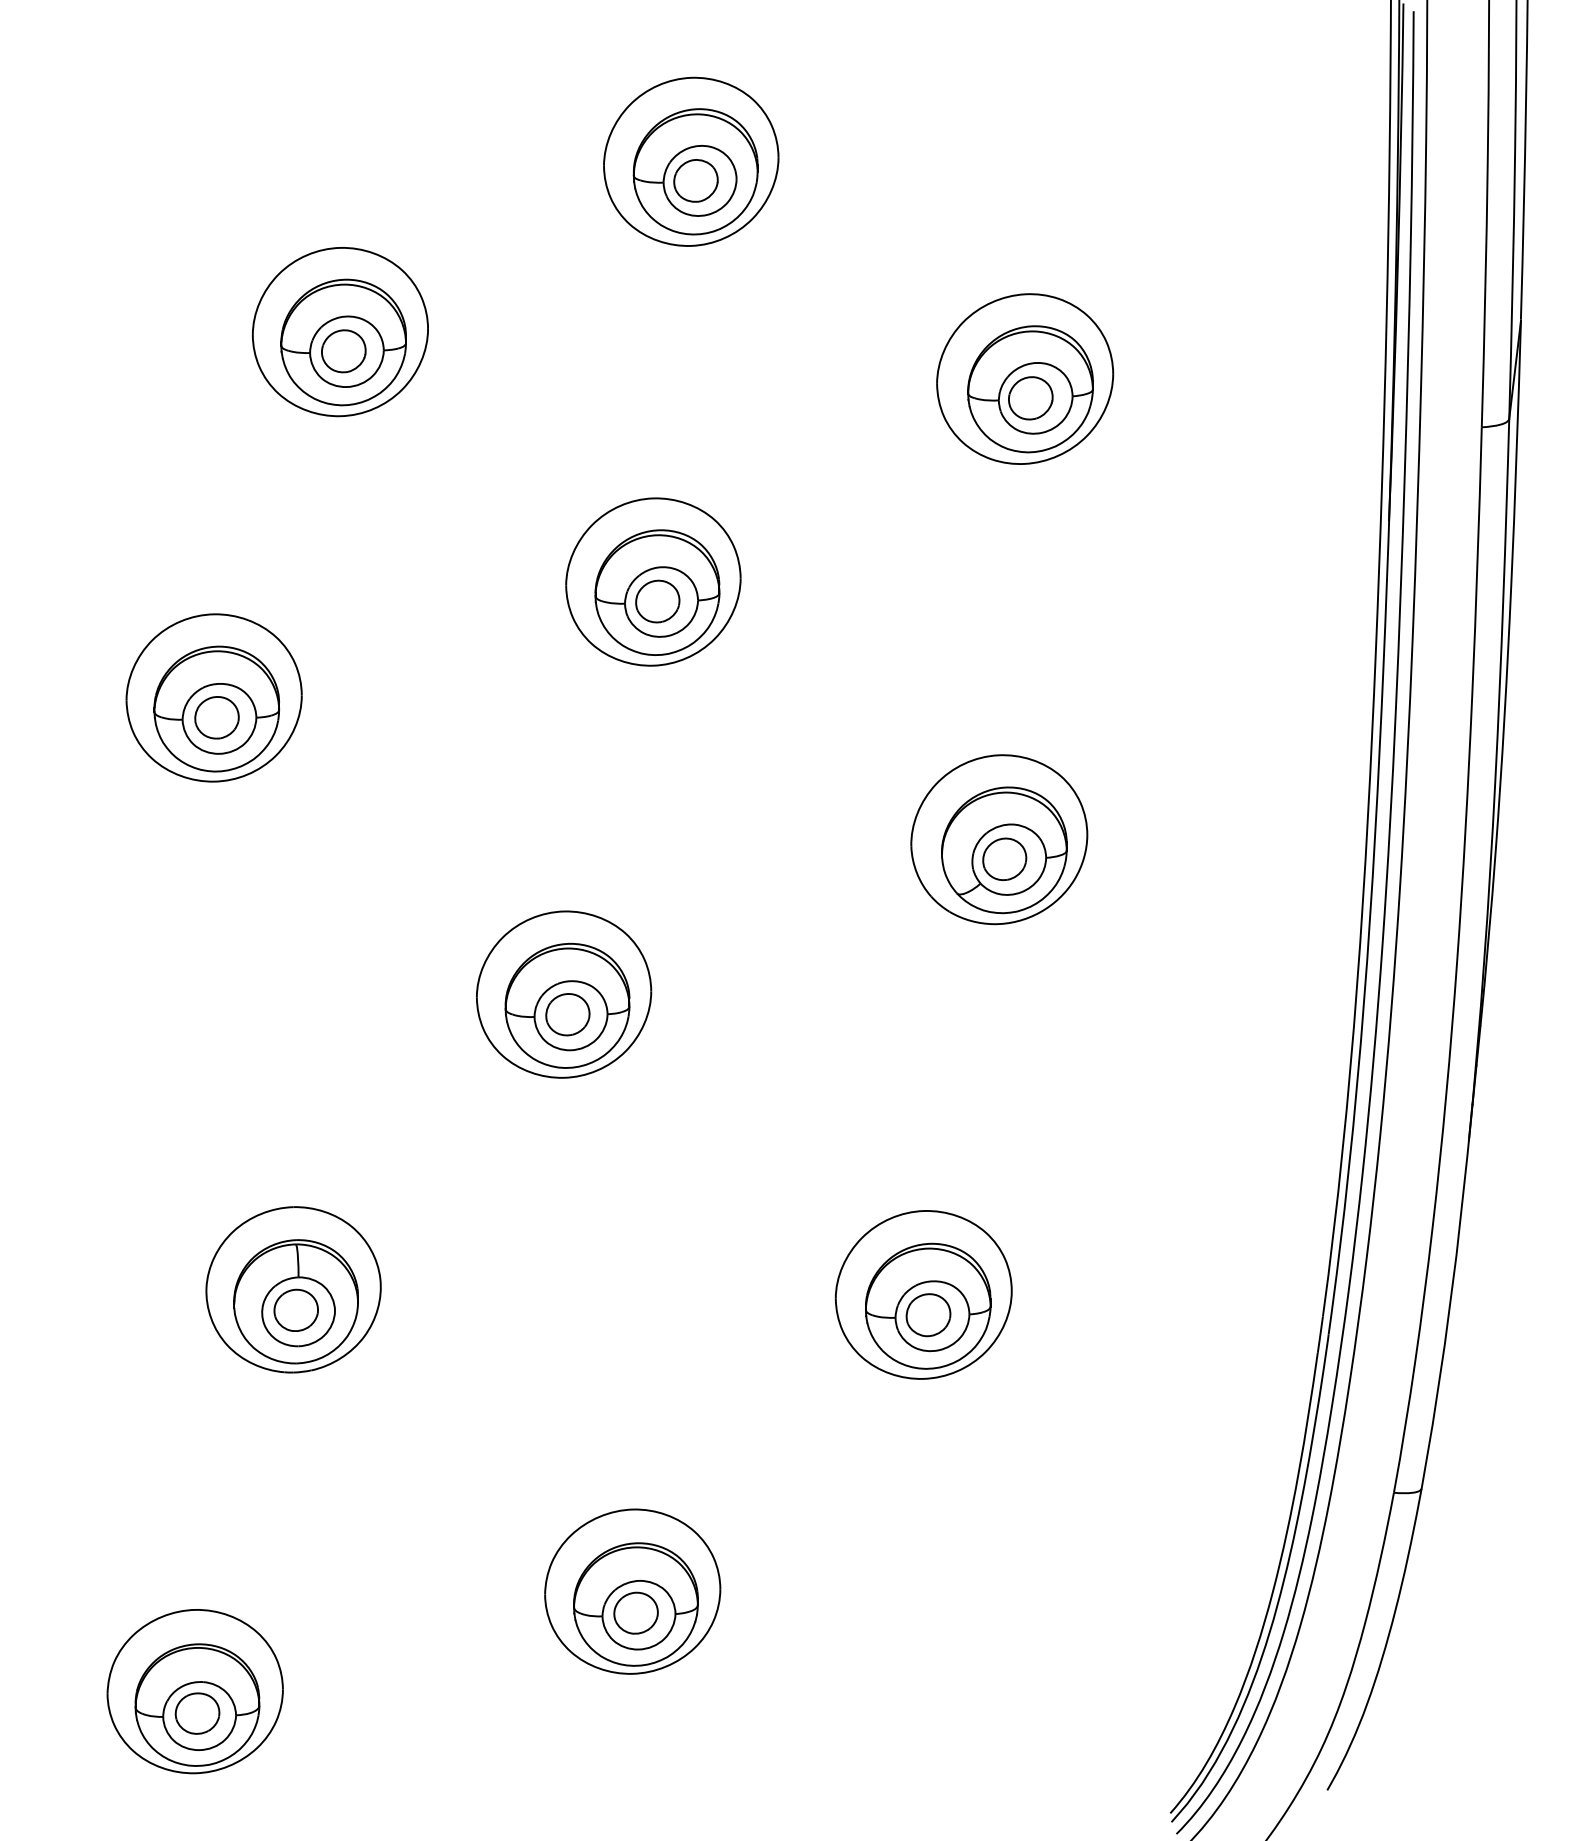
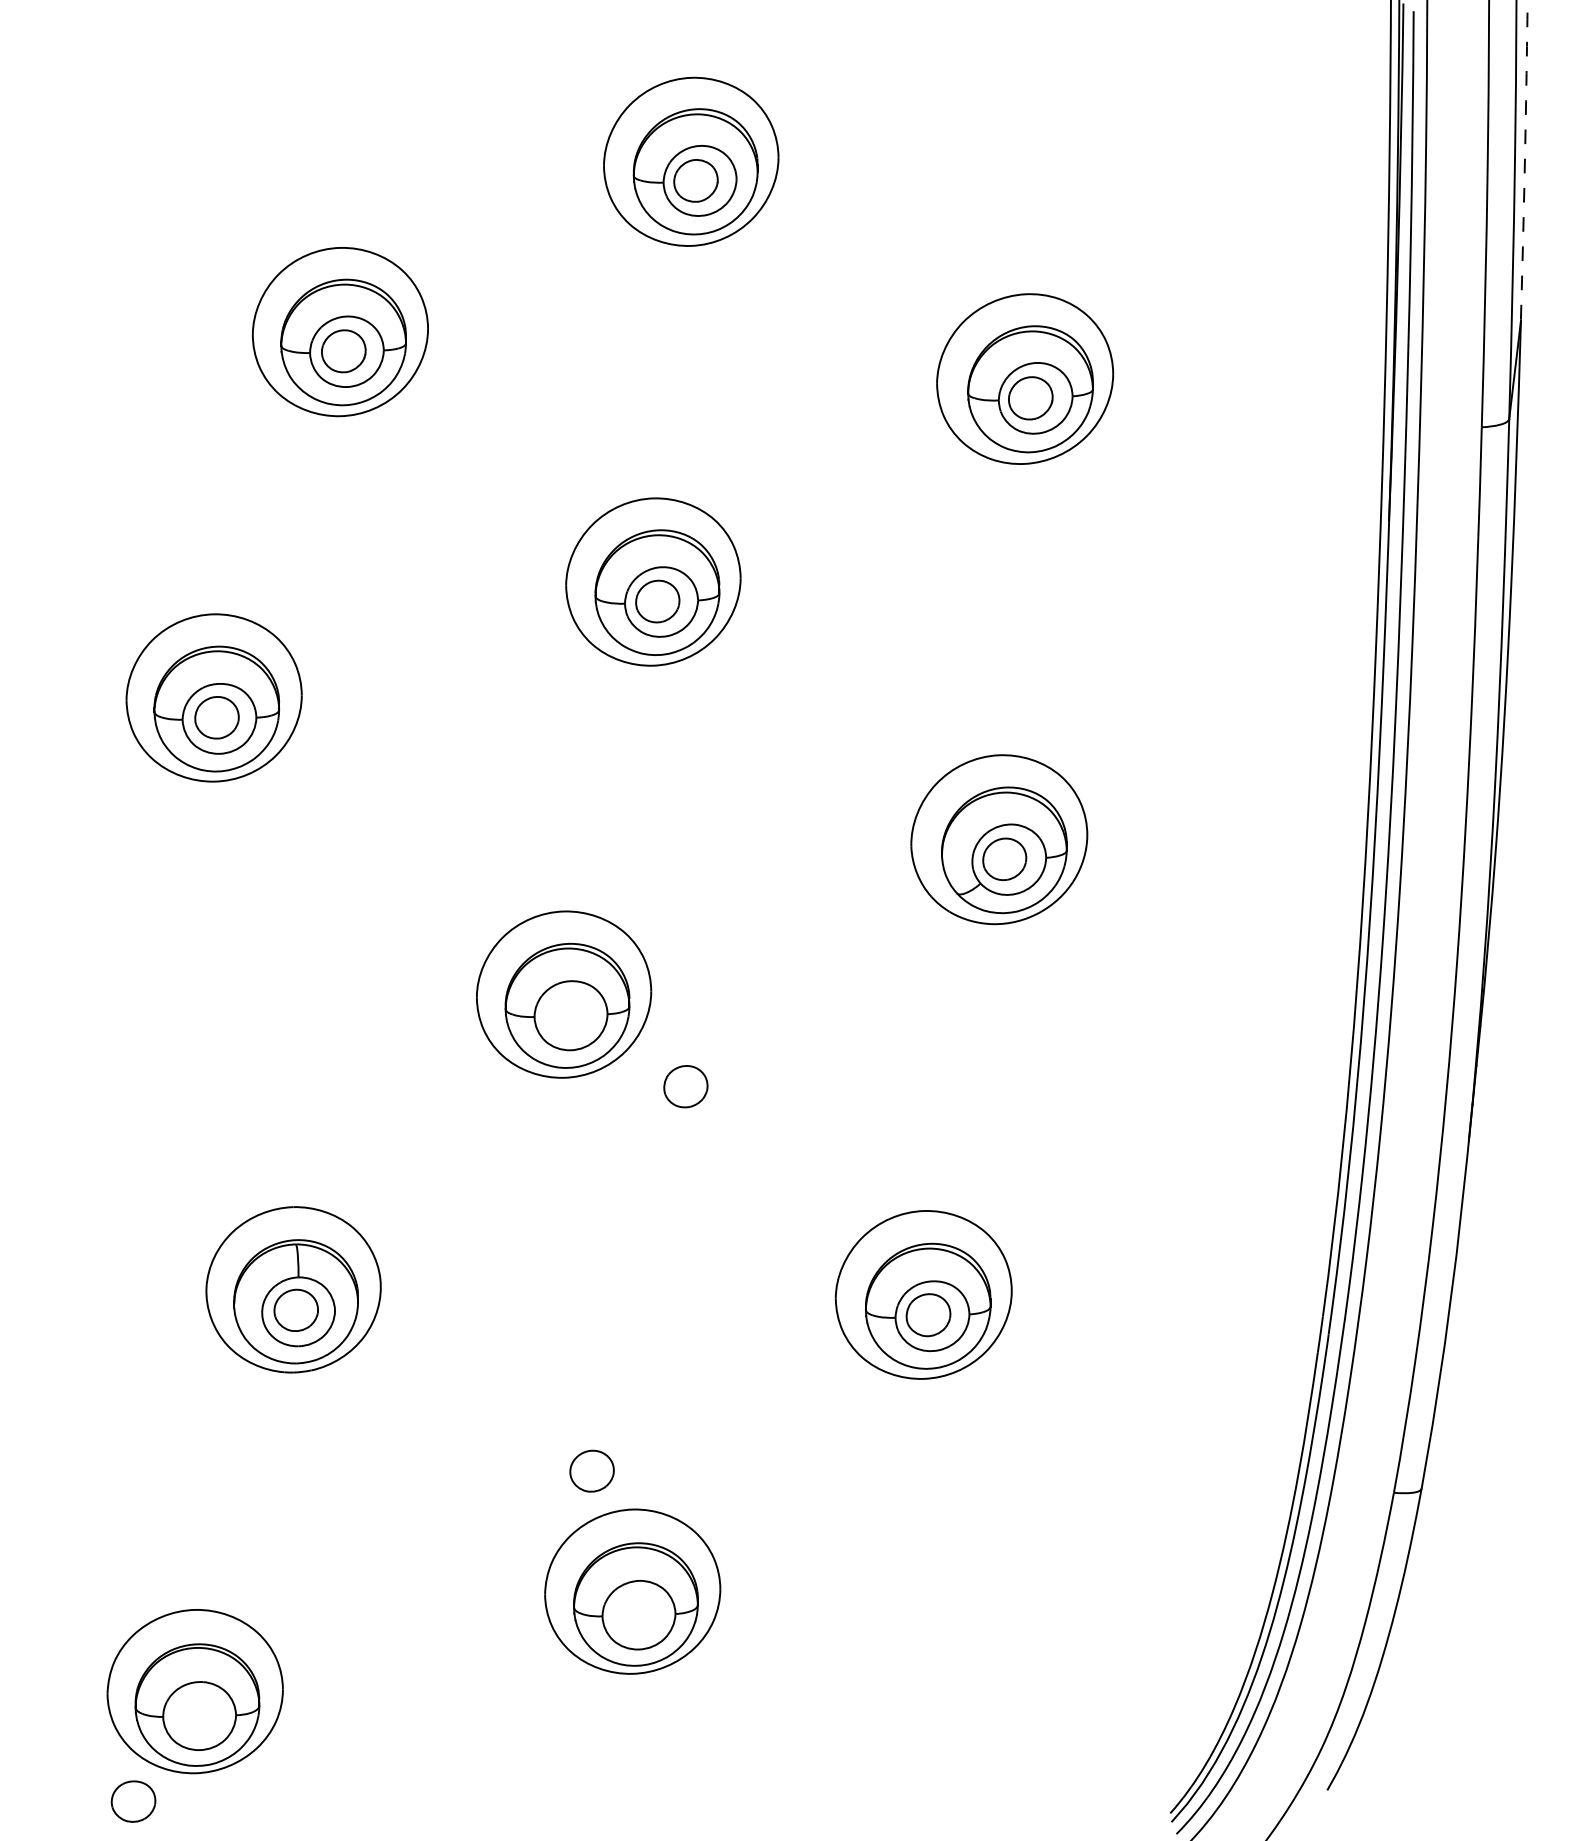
arc at (1524, 159): solid -> dashed
part at (567, 1014) position: (567, 1014) -> (685, 1086)
part at (635, 1612) position: (635, 1612) -> (591, 1470)
part at (197, 1713) position: (197, 1713) -> (133, 1801)
